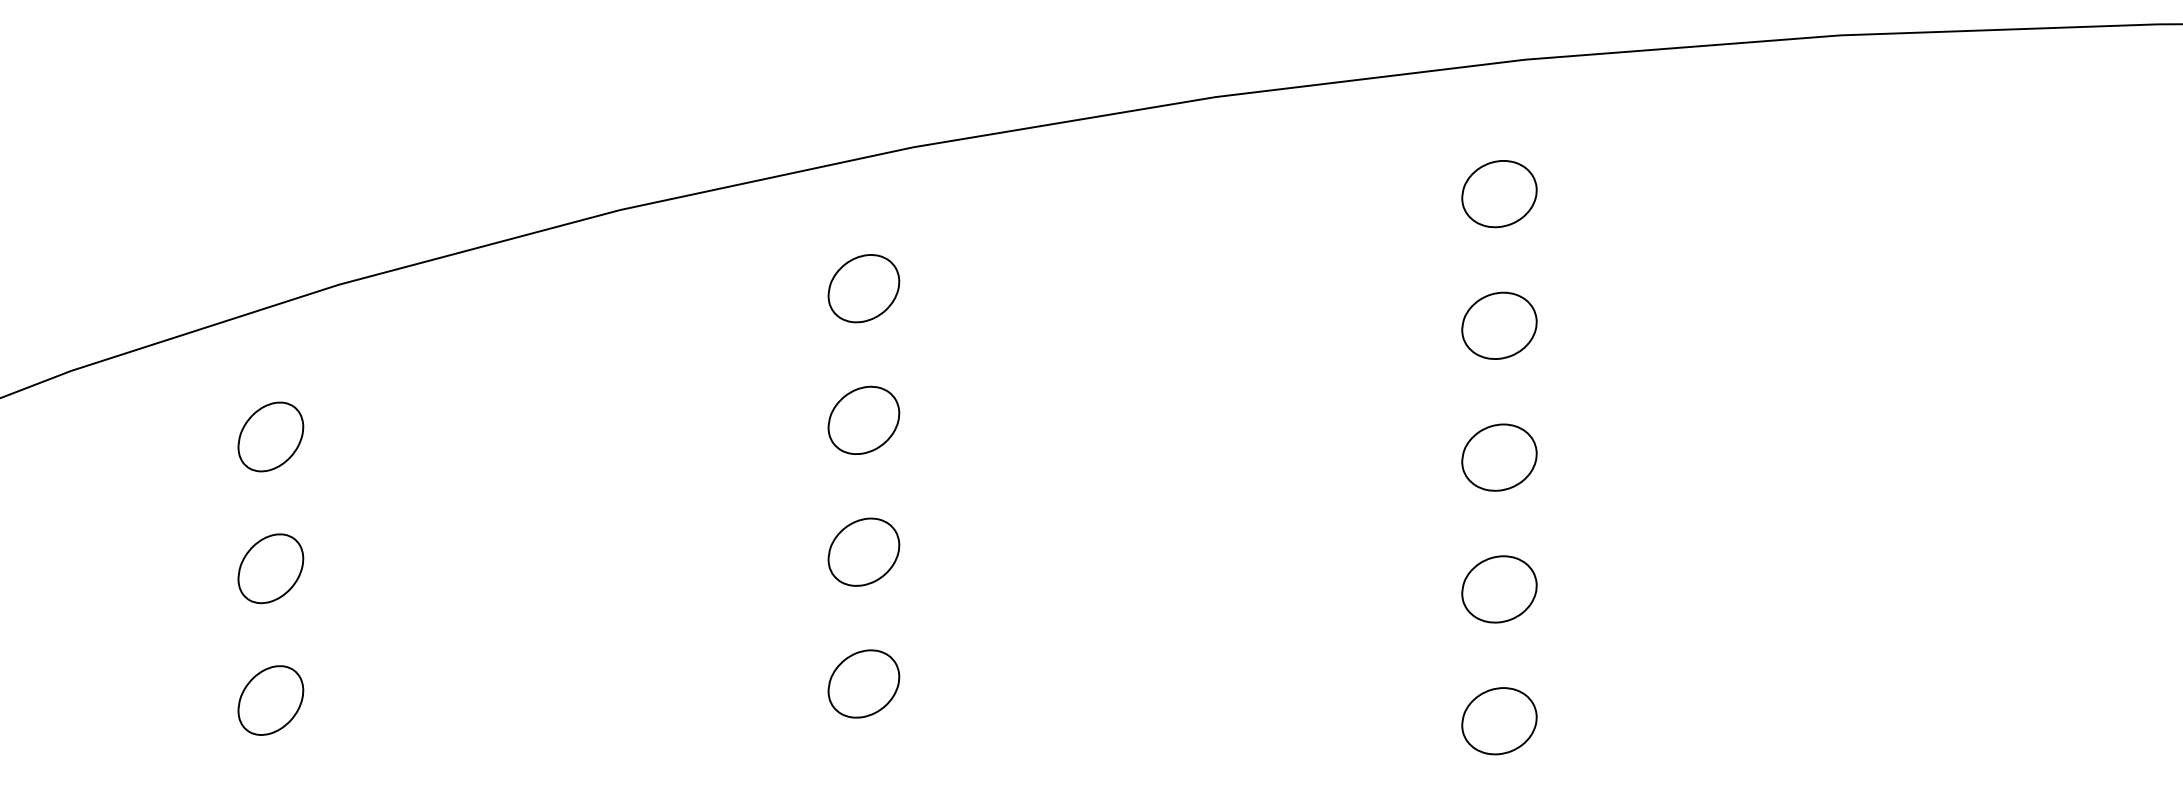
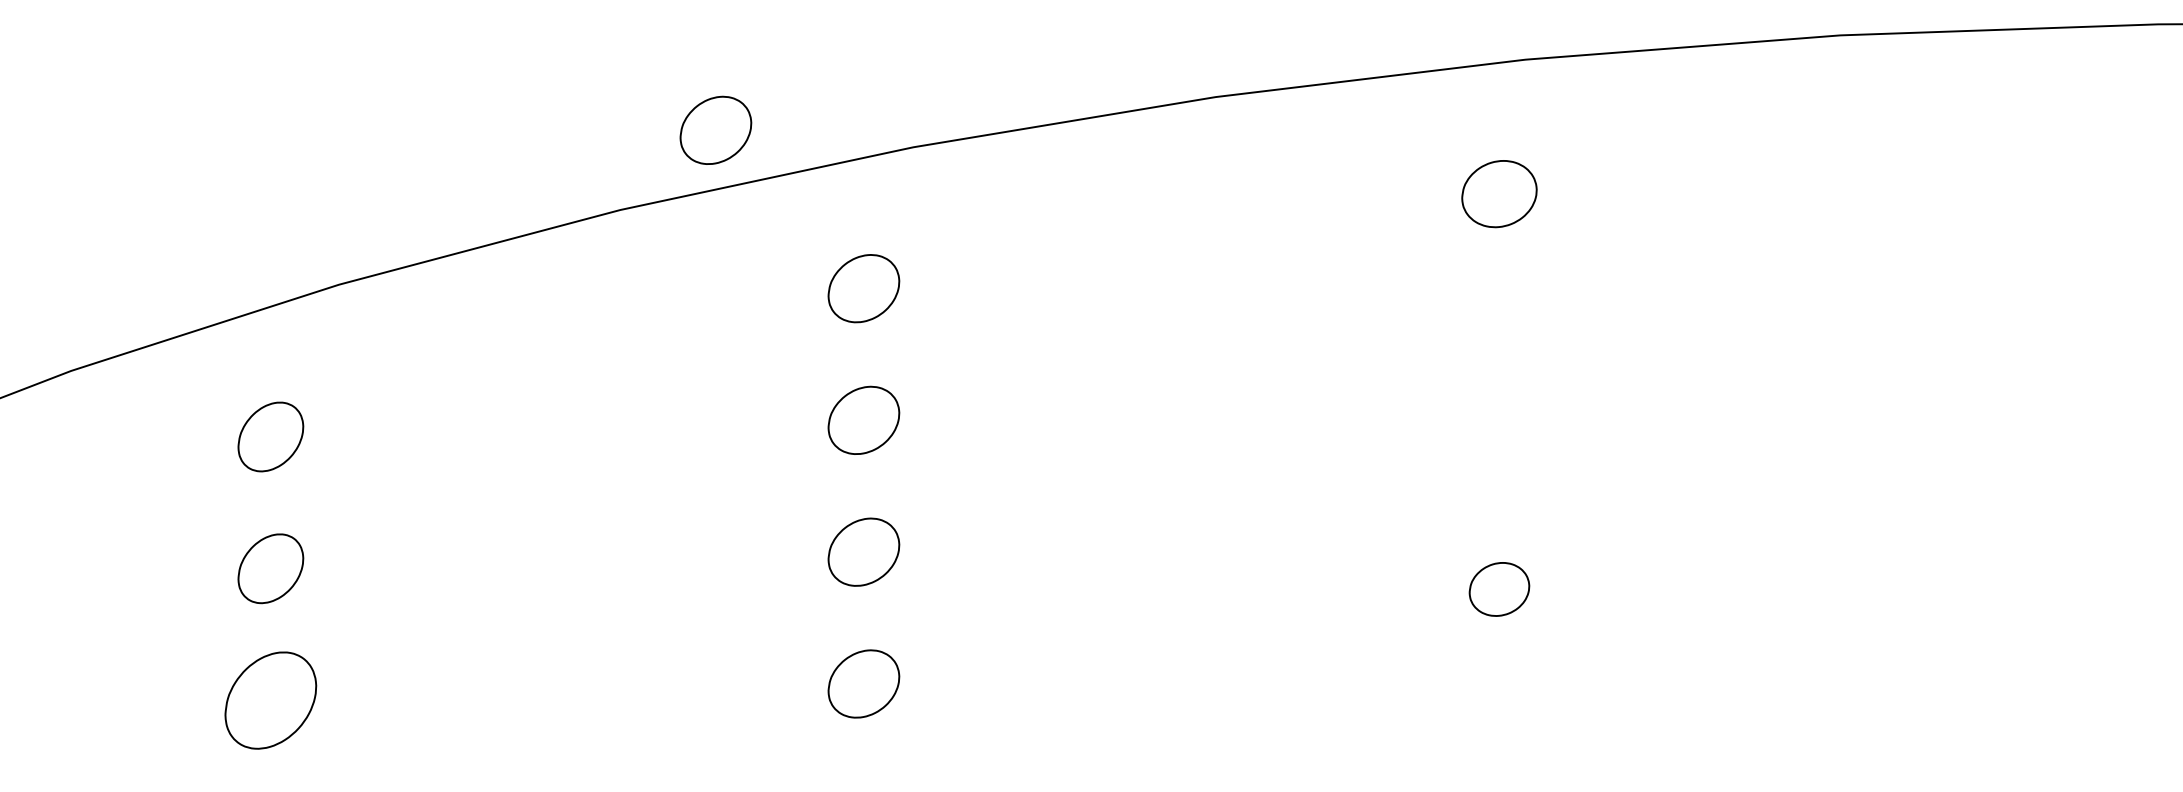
part at (715, 129): none -> present
part at (1499, 325): present -> none
part at (1499, 457): present -> none
part at (1499, 589) size: 77x69 px -> 63x55 px
part at (270, 700) size: 68x71 px -> 94x99 px
part at (1499, 721): present -> none
